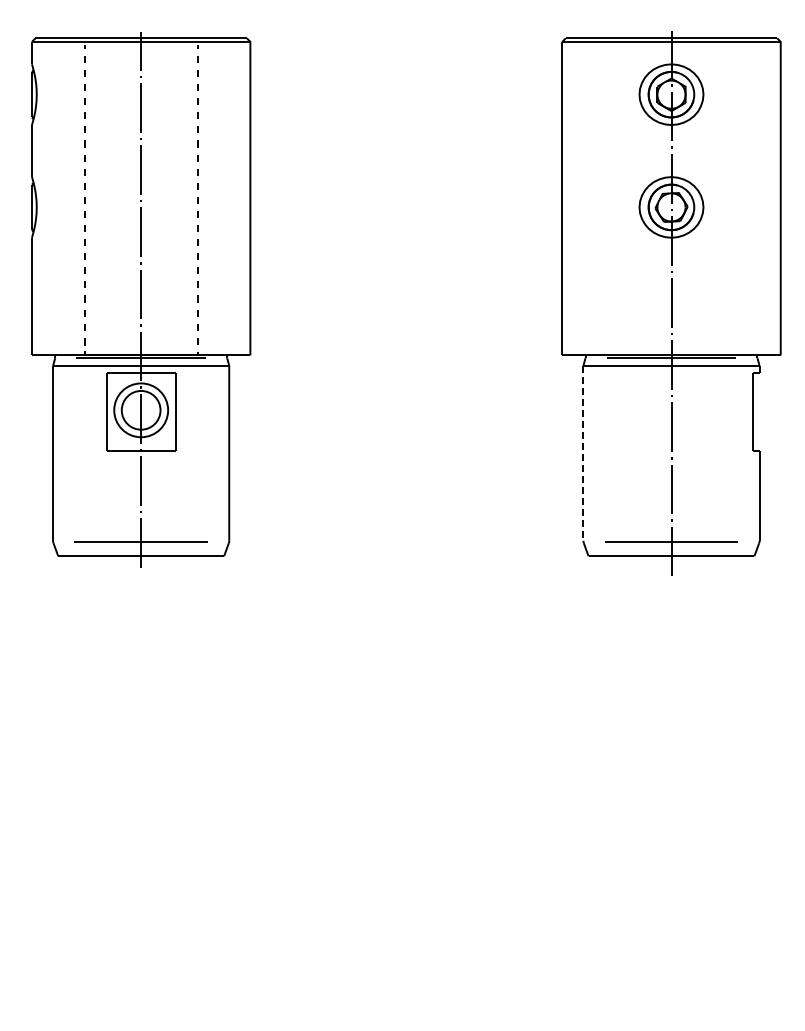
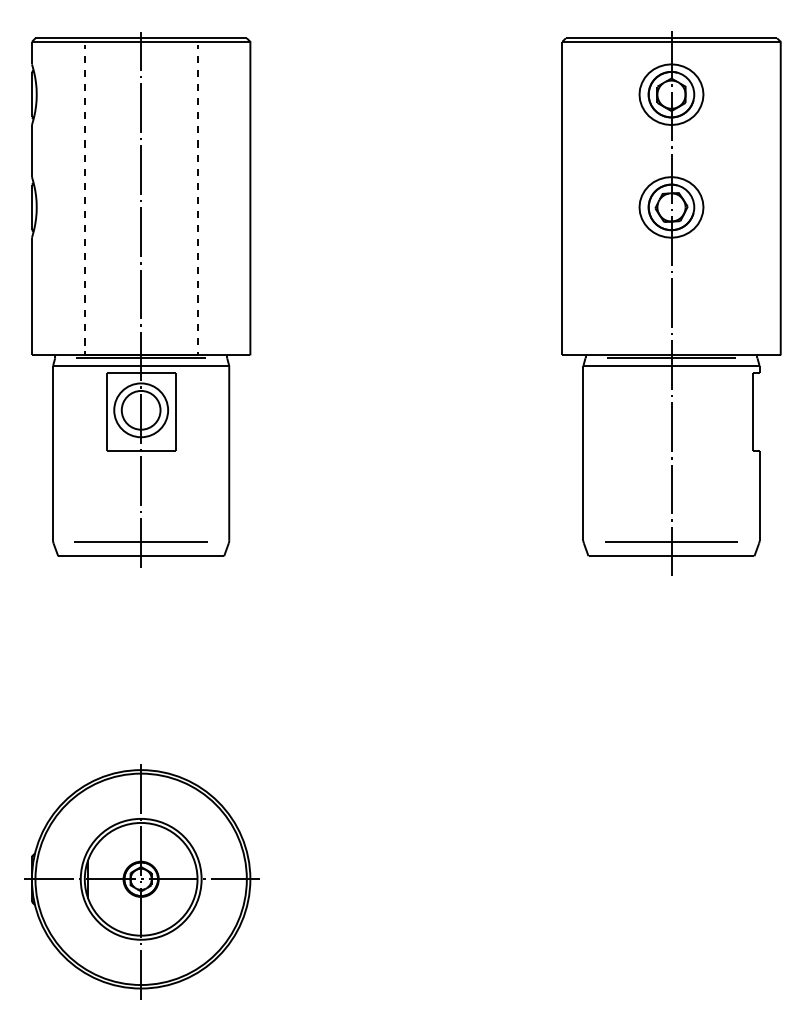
line at (583, 453): dashed -> solid
part at (141, 881): none -> present
